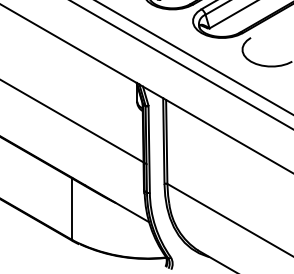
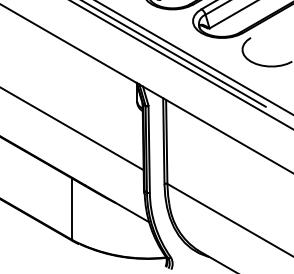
line at (174, 54): none -> present
line at (74, 122) position: (74, 122) -> (72, 129)
